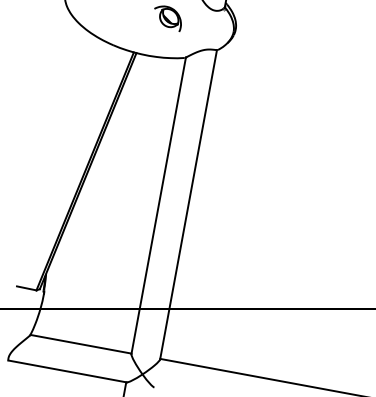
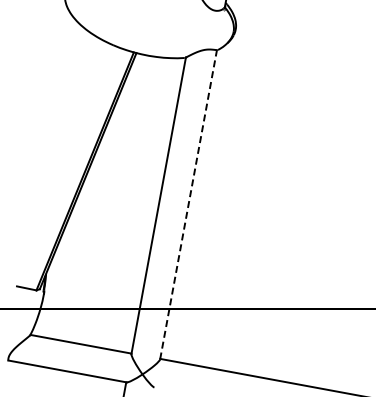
part at (167, 18): present -> none
line at (188, 204): solid -> dashed
